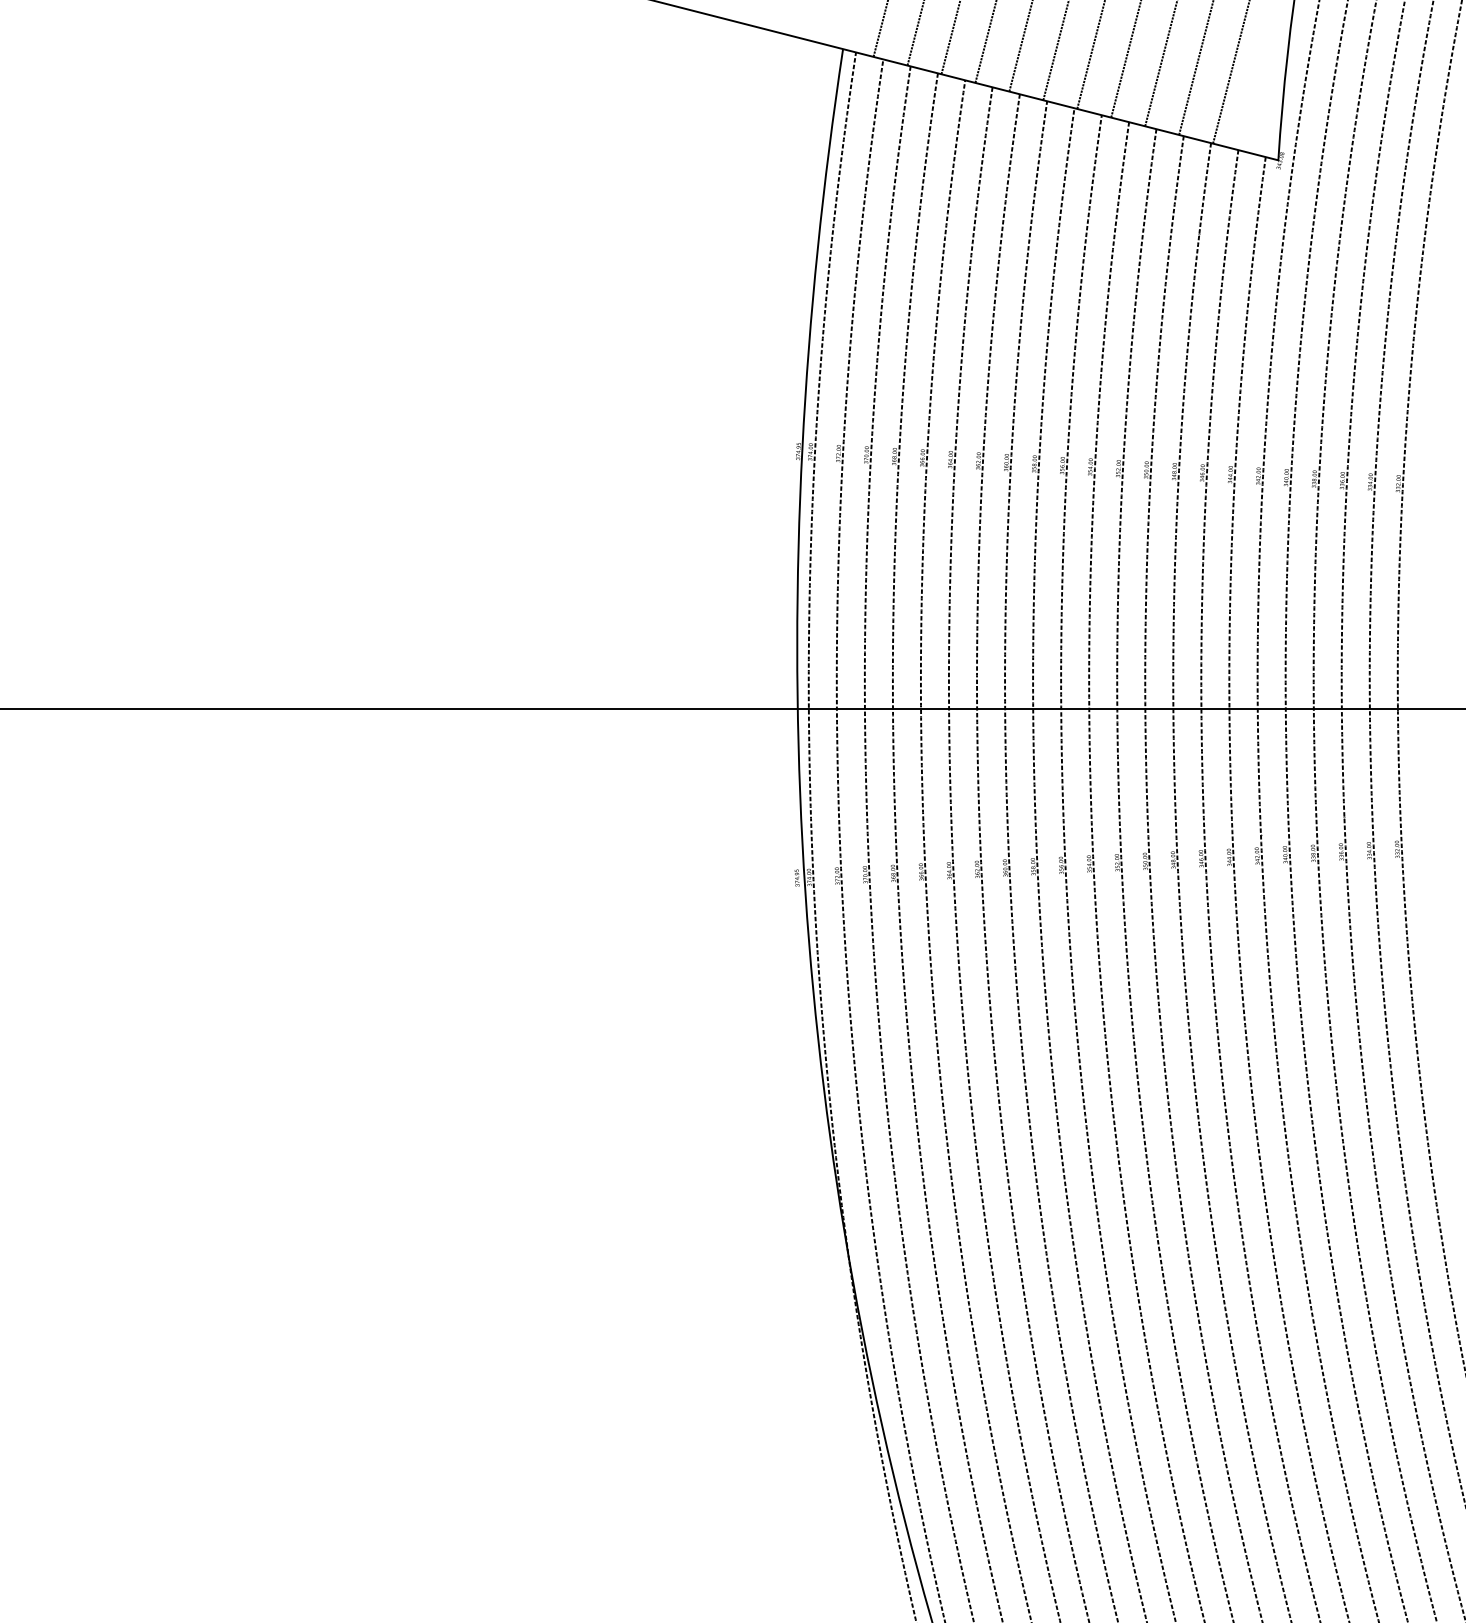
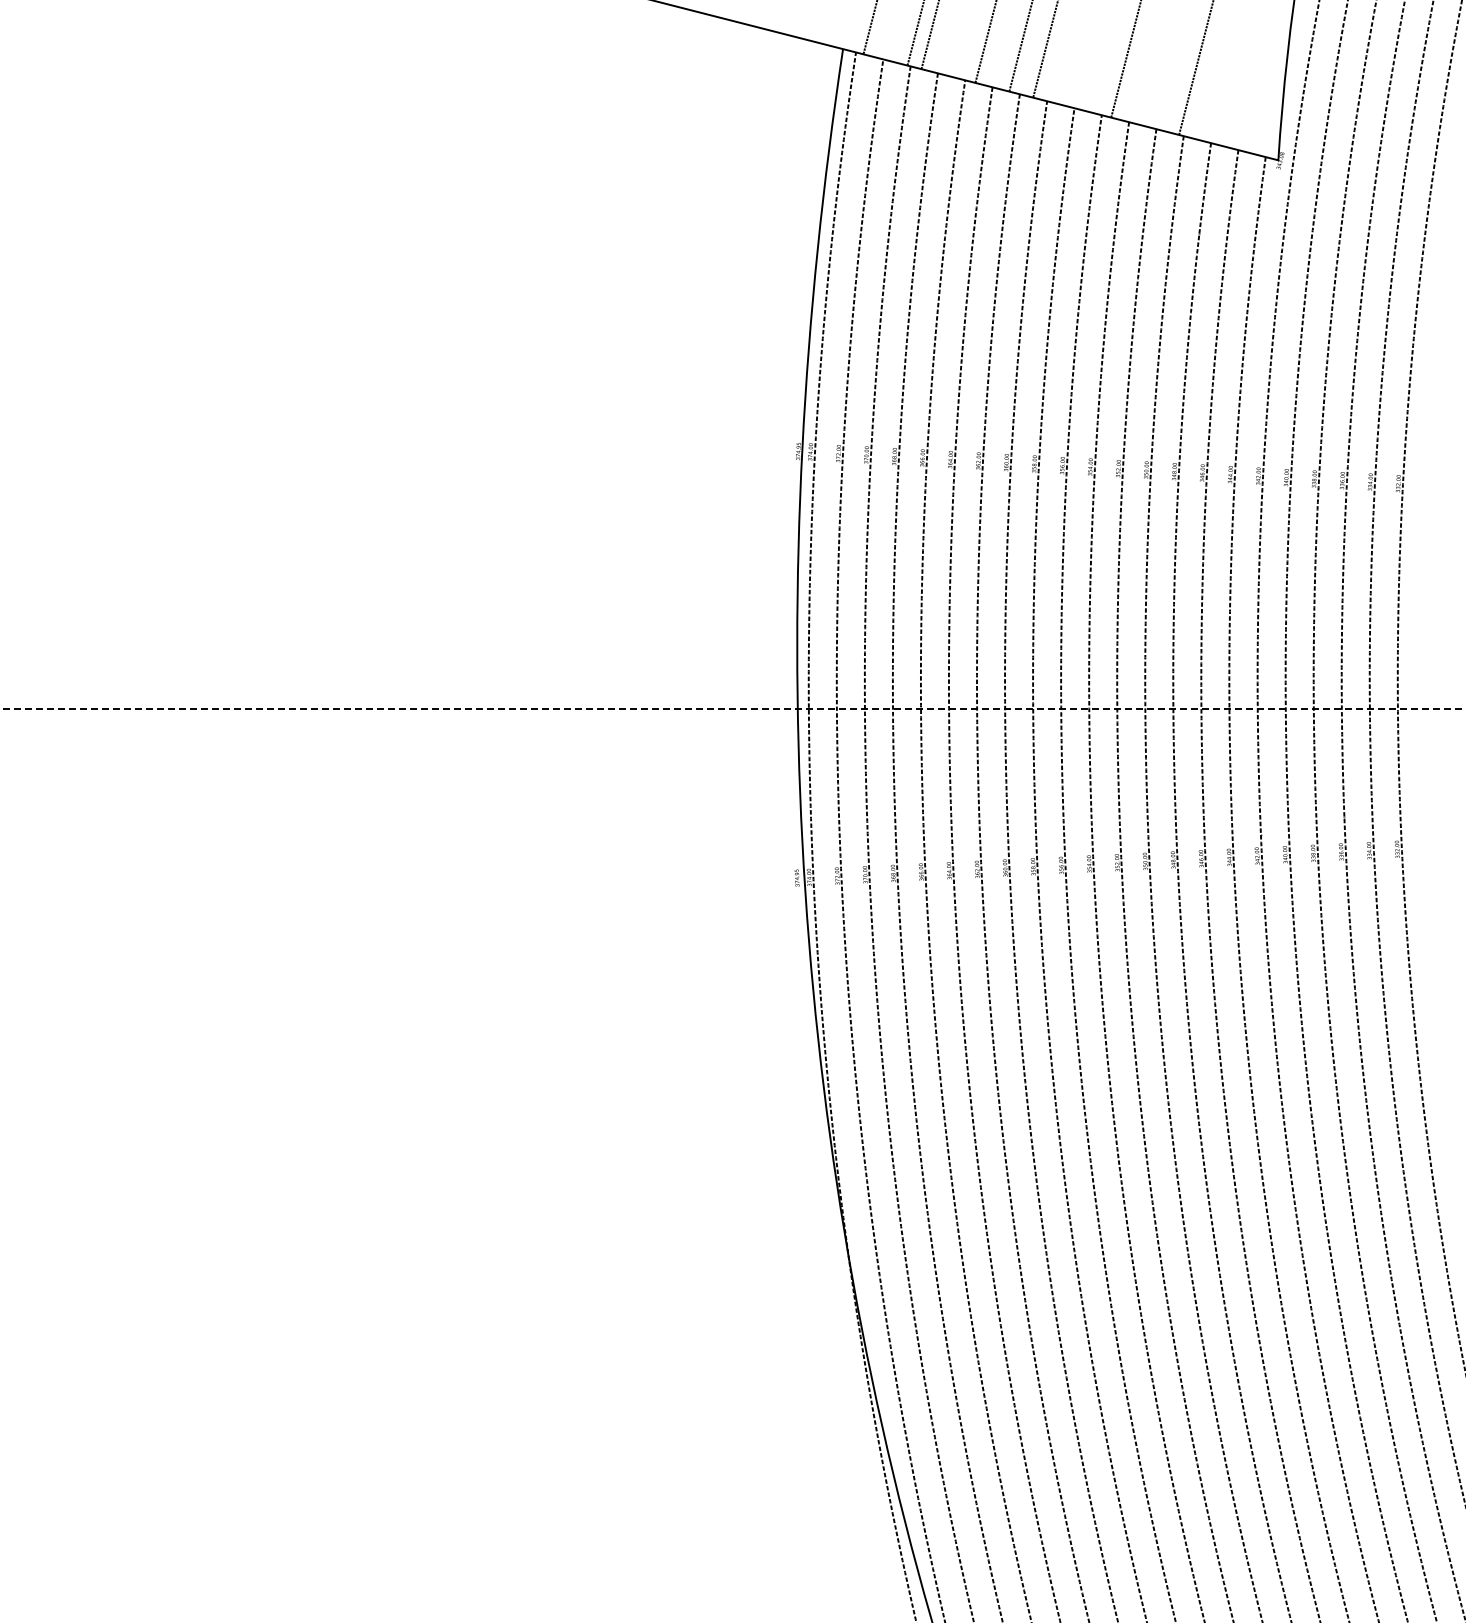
line at (880, 29) position: (880, 29) -> (869, 27)
line at (950, 38) position: (950, 38) -> (929, 35)
line at (1055, 51) position: (1055, 51) -> (1045, 49)
line at (1090, 55): present -> none
line at (1160, 64): present -> none
line at (1231, 72): present -> none
line at (732, 708): solid -> dashed
